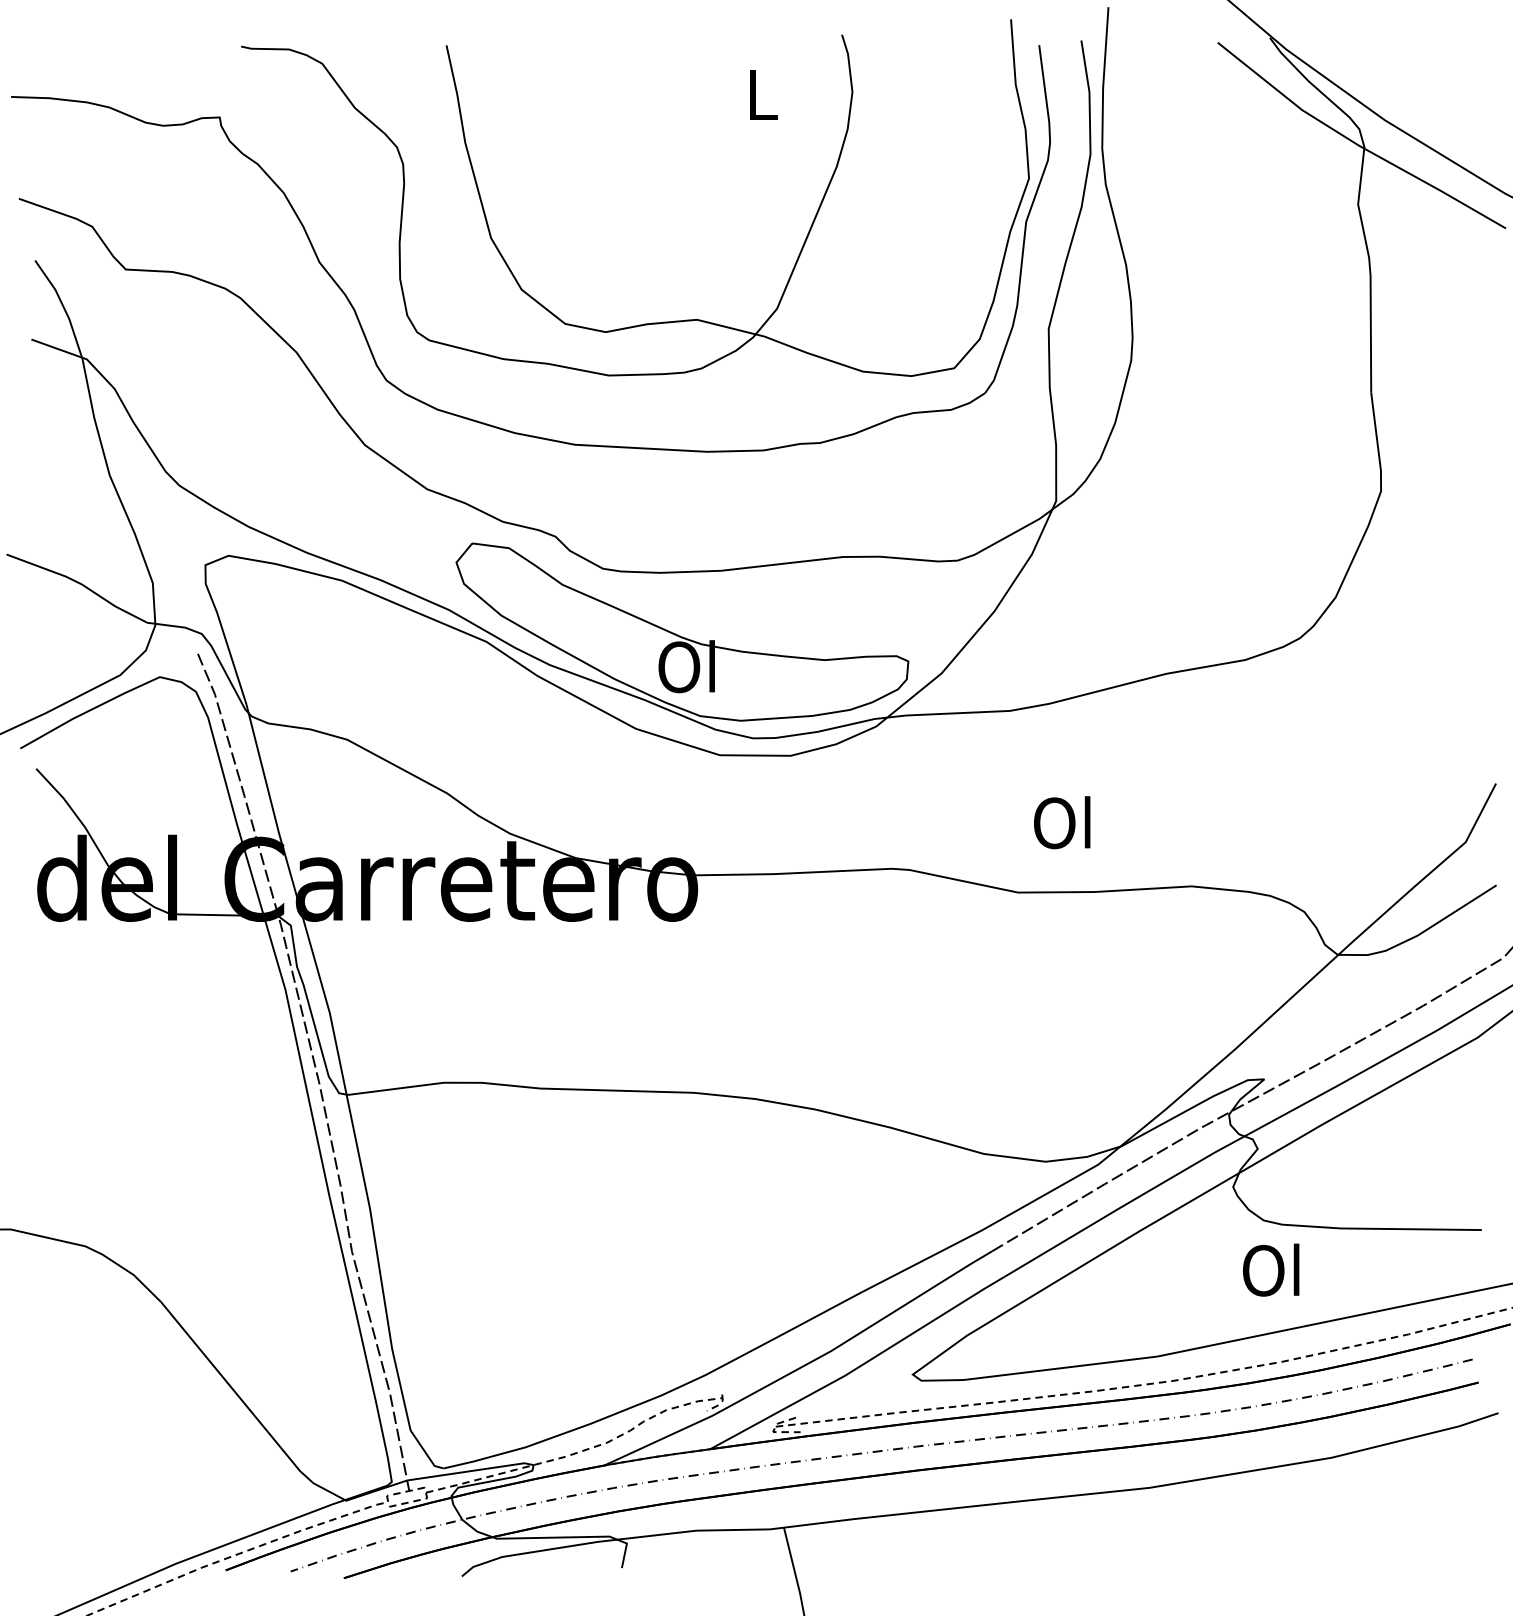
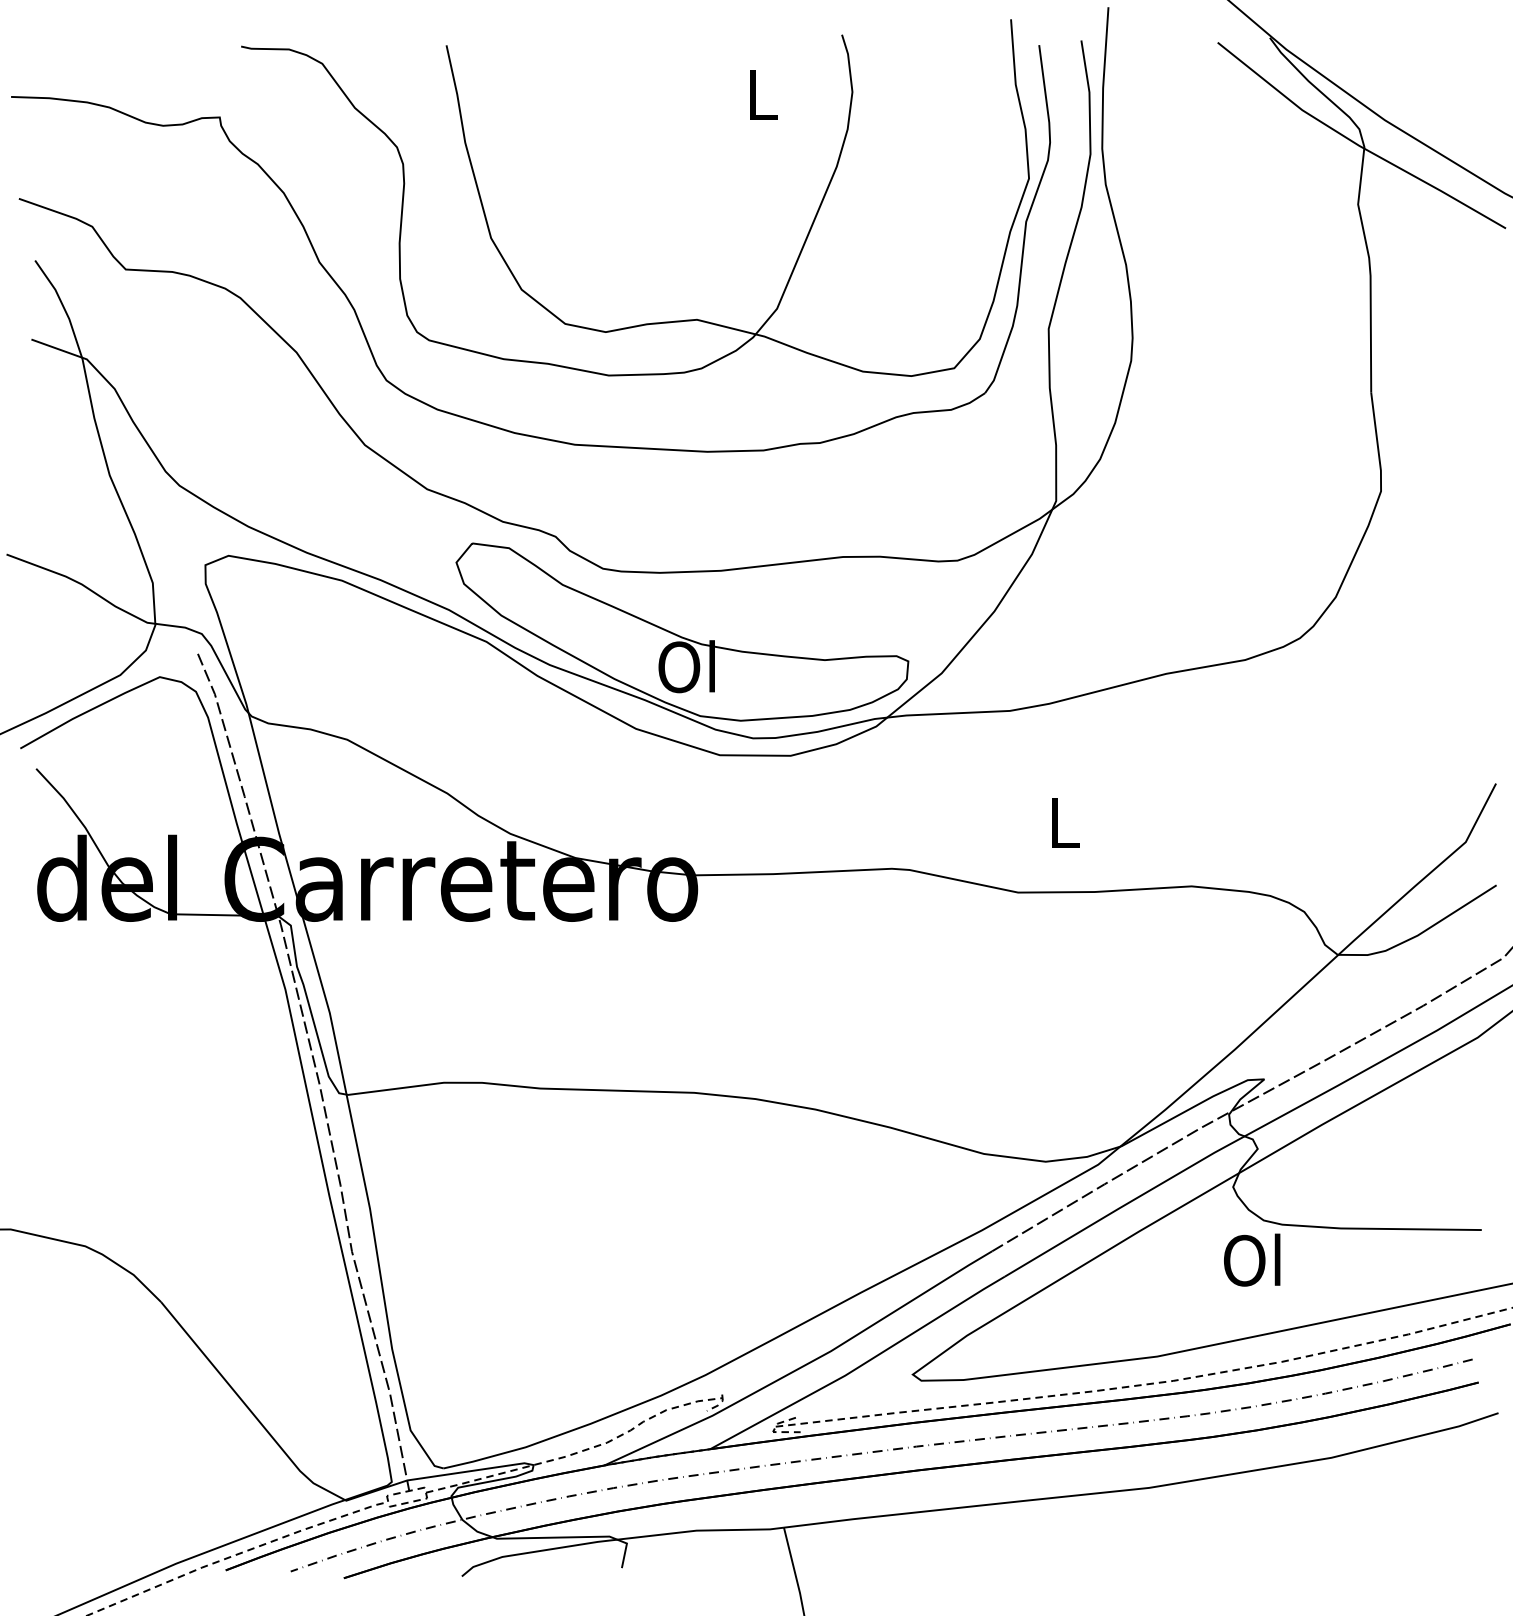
text at (1062, 822): Ol -> L
text at (1271, 1269) position: (1271, 1269) -> (1252, 1259)
